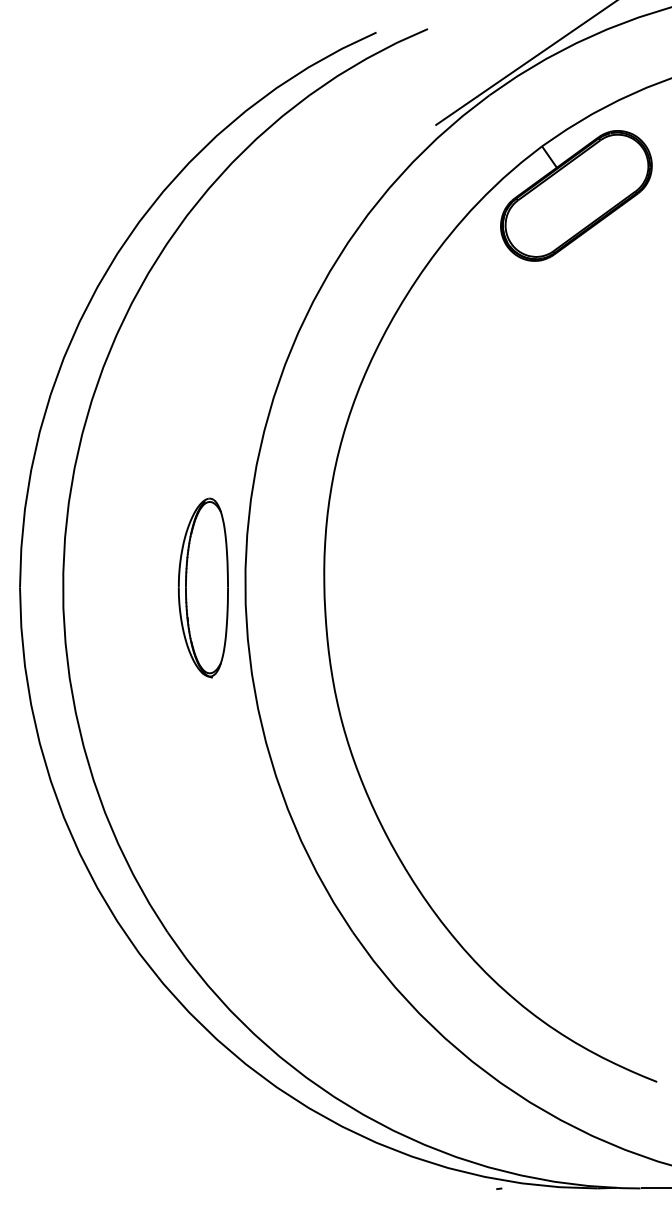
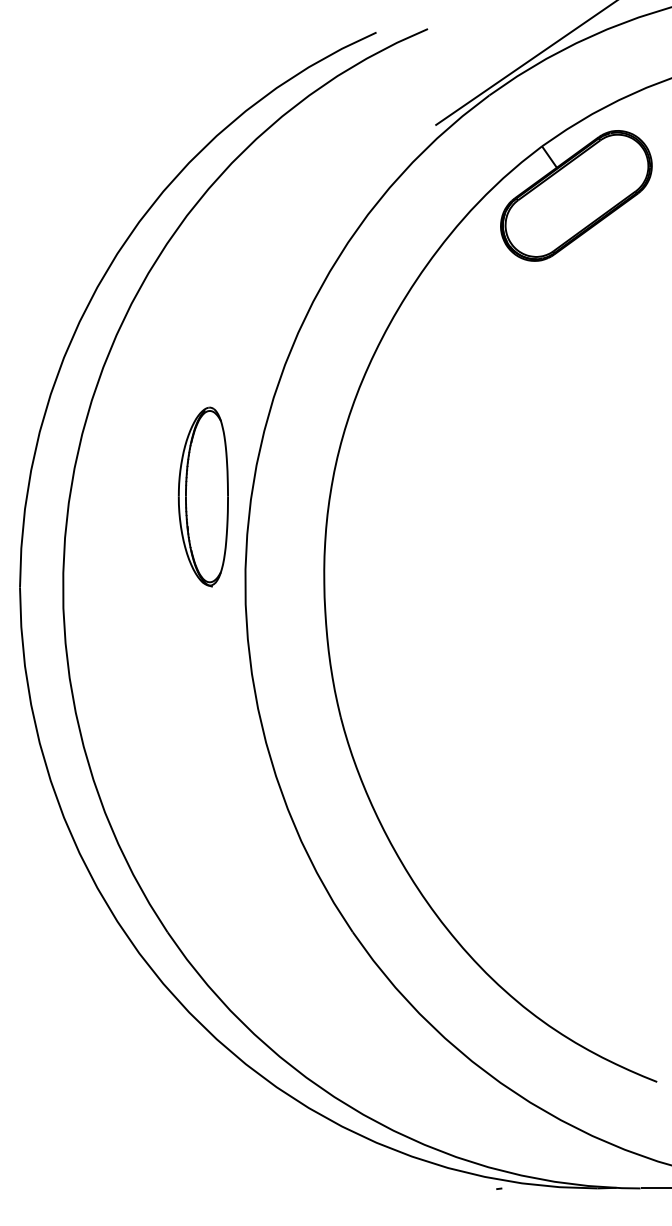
part at (202, 587) position: (202, 587) -> (202, 496)
